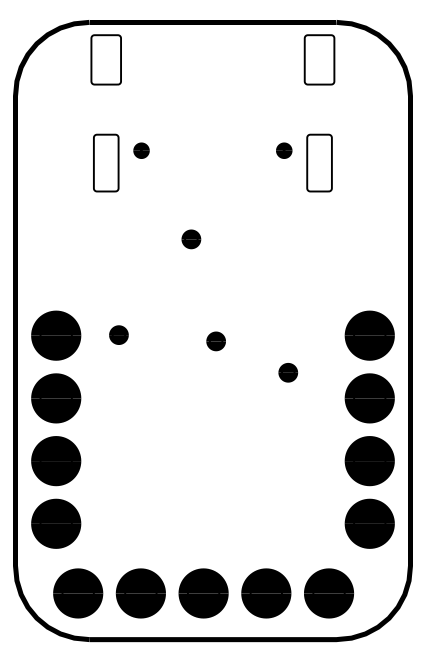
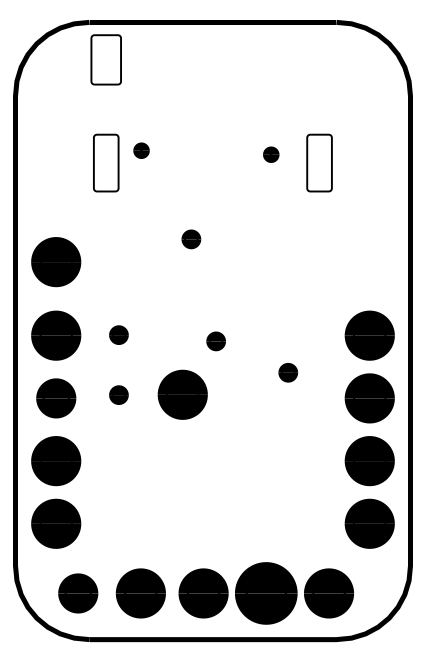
part at (319, 59): present -> none
part at (284, 150) position: (284, 150) -> (271, 154)
part at (56, 262): none -> present
part at (118, 394): none -> present
part at (182, 394): none -> present
part at (56, 398) size: 51x51 px -> 41x41 px
part at (78, 593) size: 51x51 px -> 41x41 px
part at (266, 593) size: 51x51 px -> 63x63 px
